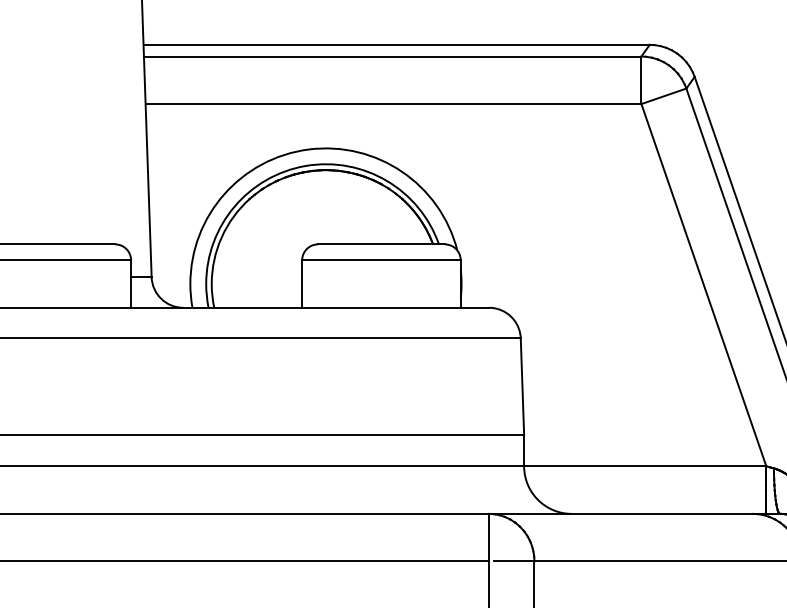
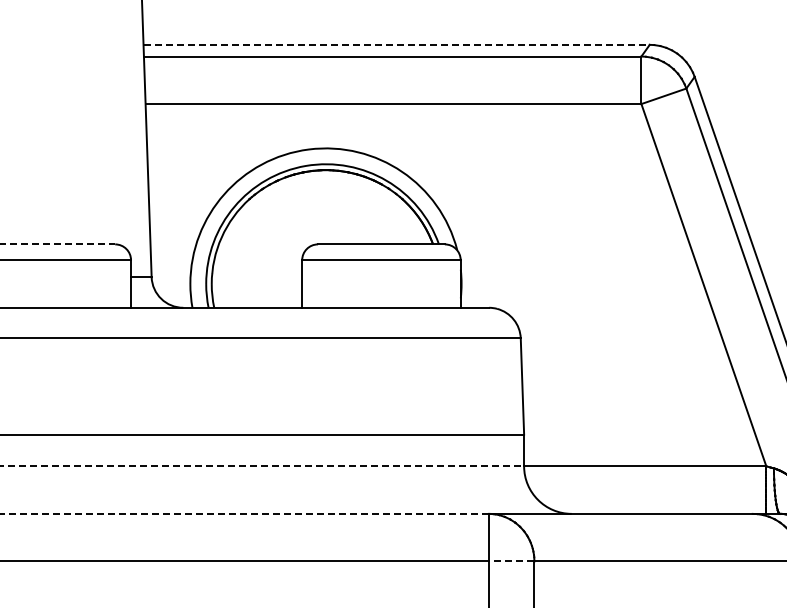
line at (397, 44): solid -> dashed
line at (58, 244): solid -> dashed
line at (262, 466): solid -> dashed
line at (244, 513): solid -> dashed
line at (513, 561): solid -> dashed
